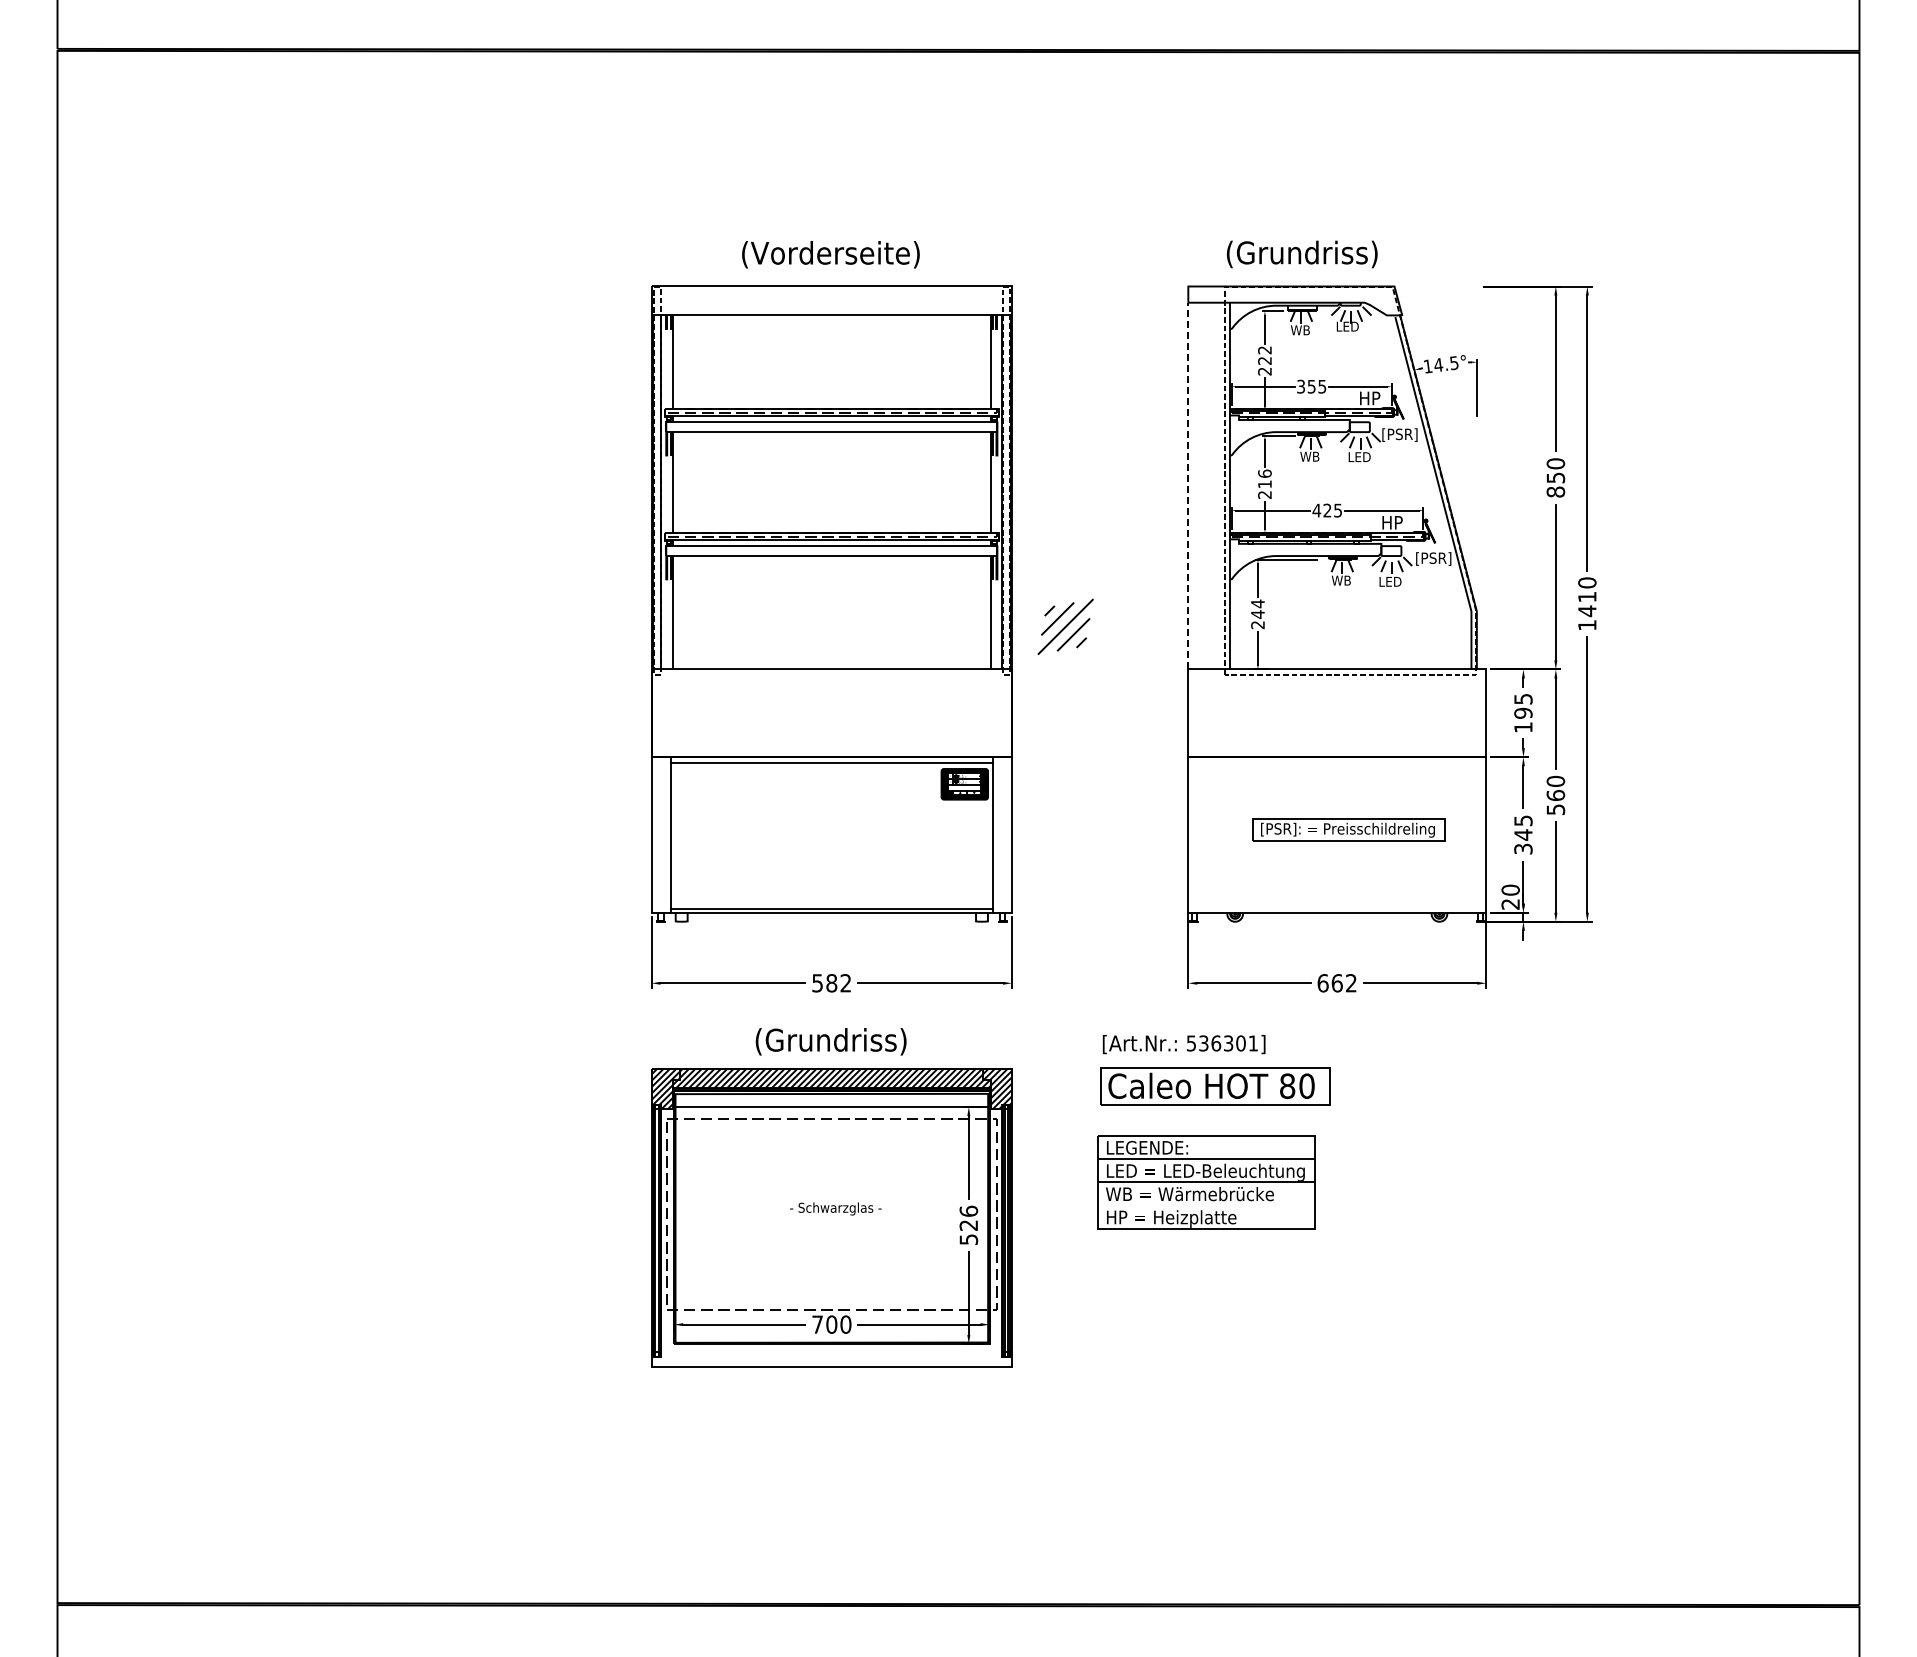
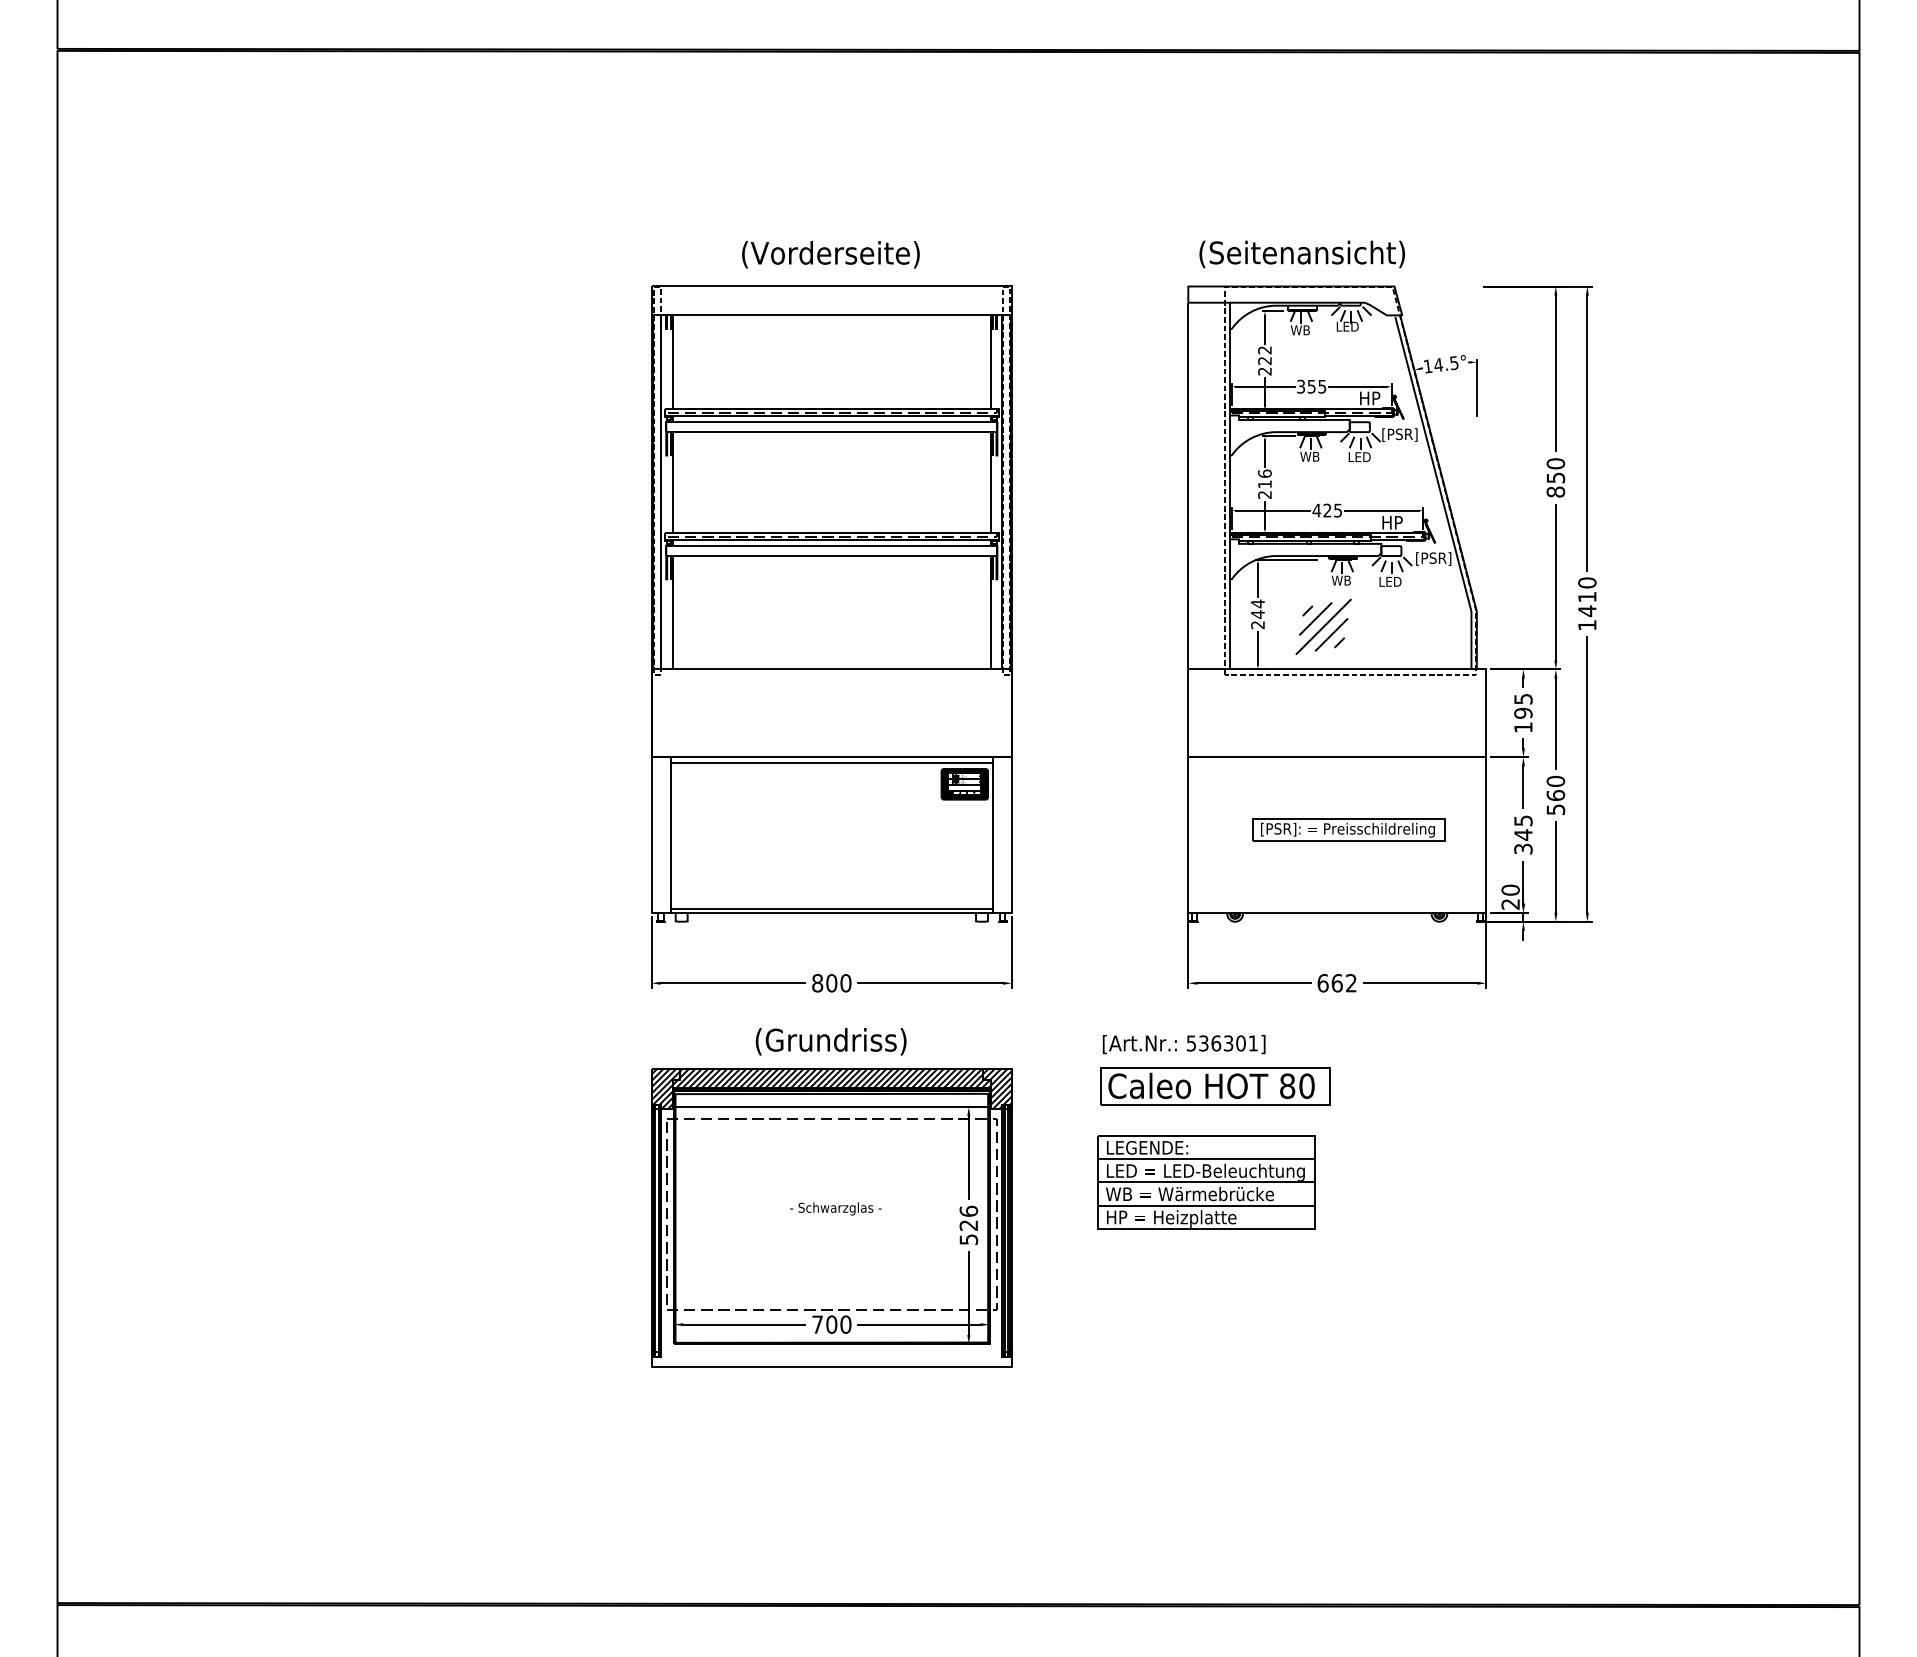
text at (1302, 254): (Grundriss) -> (Seitenansicht)
line at (1188, 485): dashed -> solid
part at (1065, 626) position: (1065, 626) -> (1323, 626)
text at (831, 983): 582 -> 800
line at (1206, 1205): none -> present
